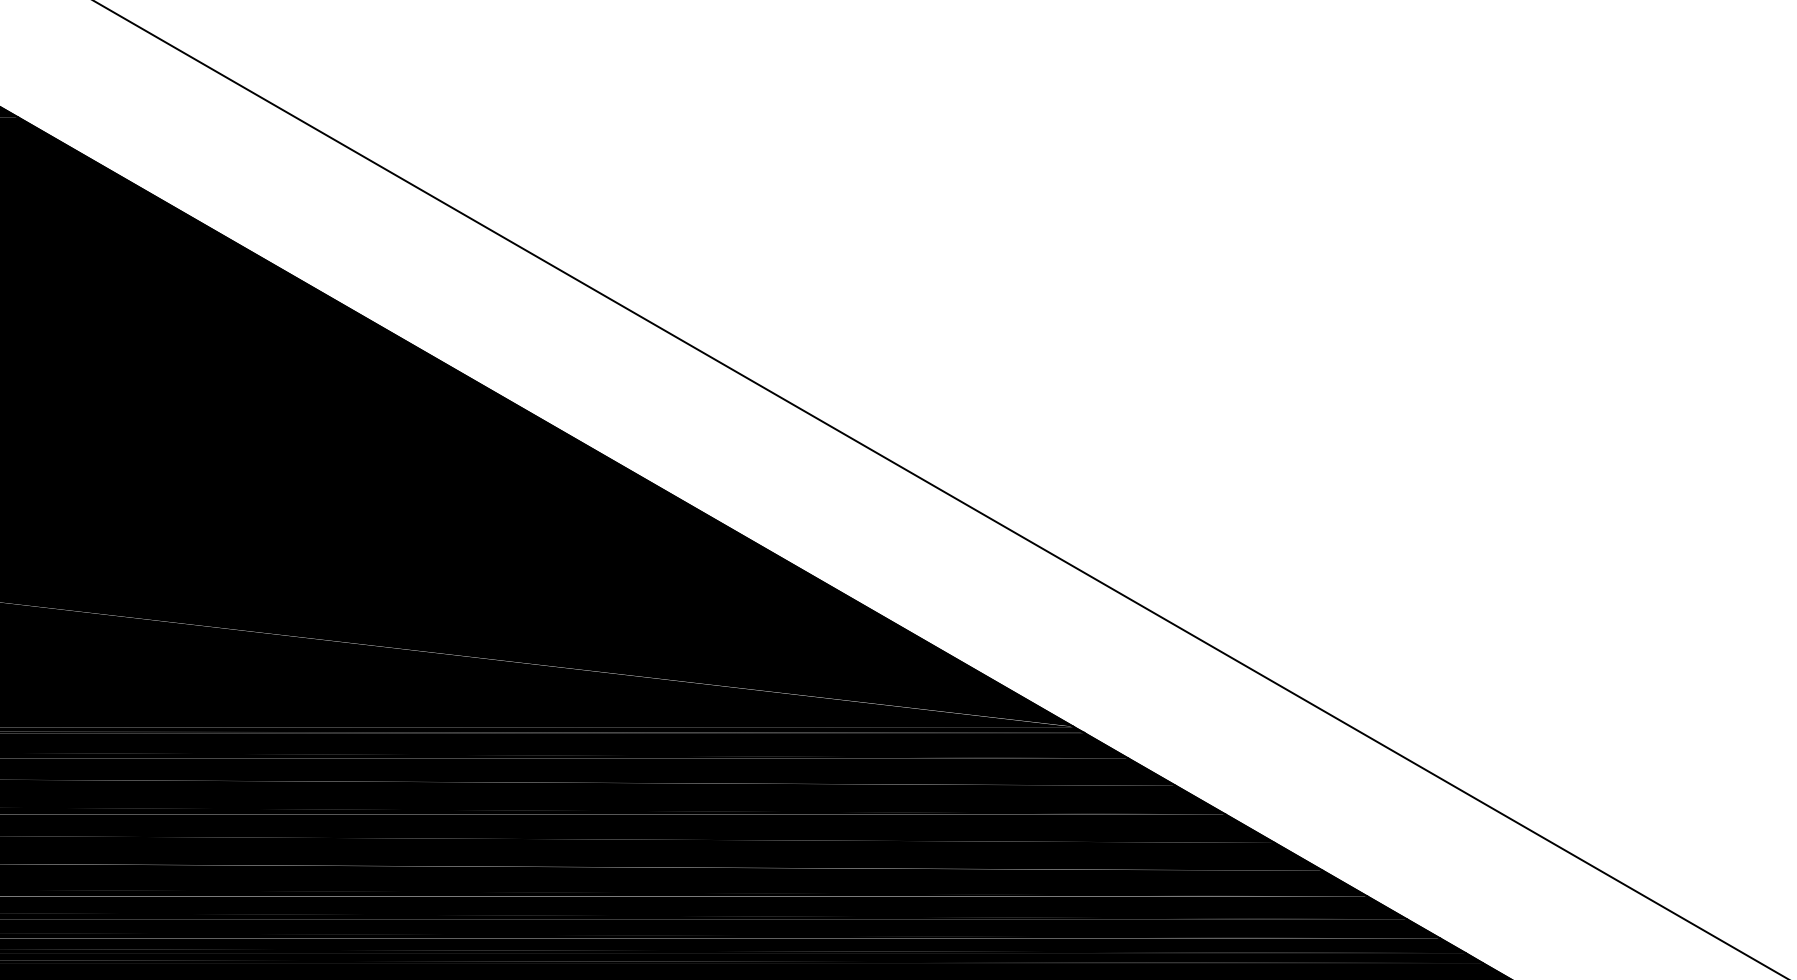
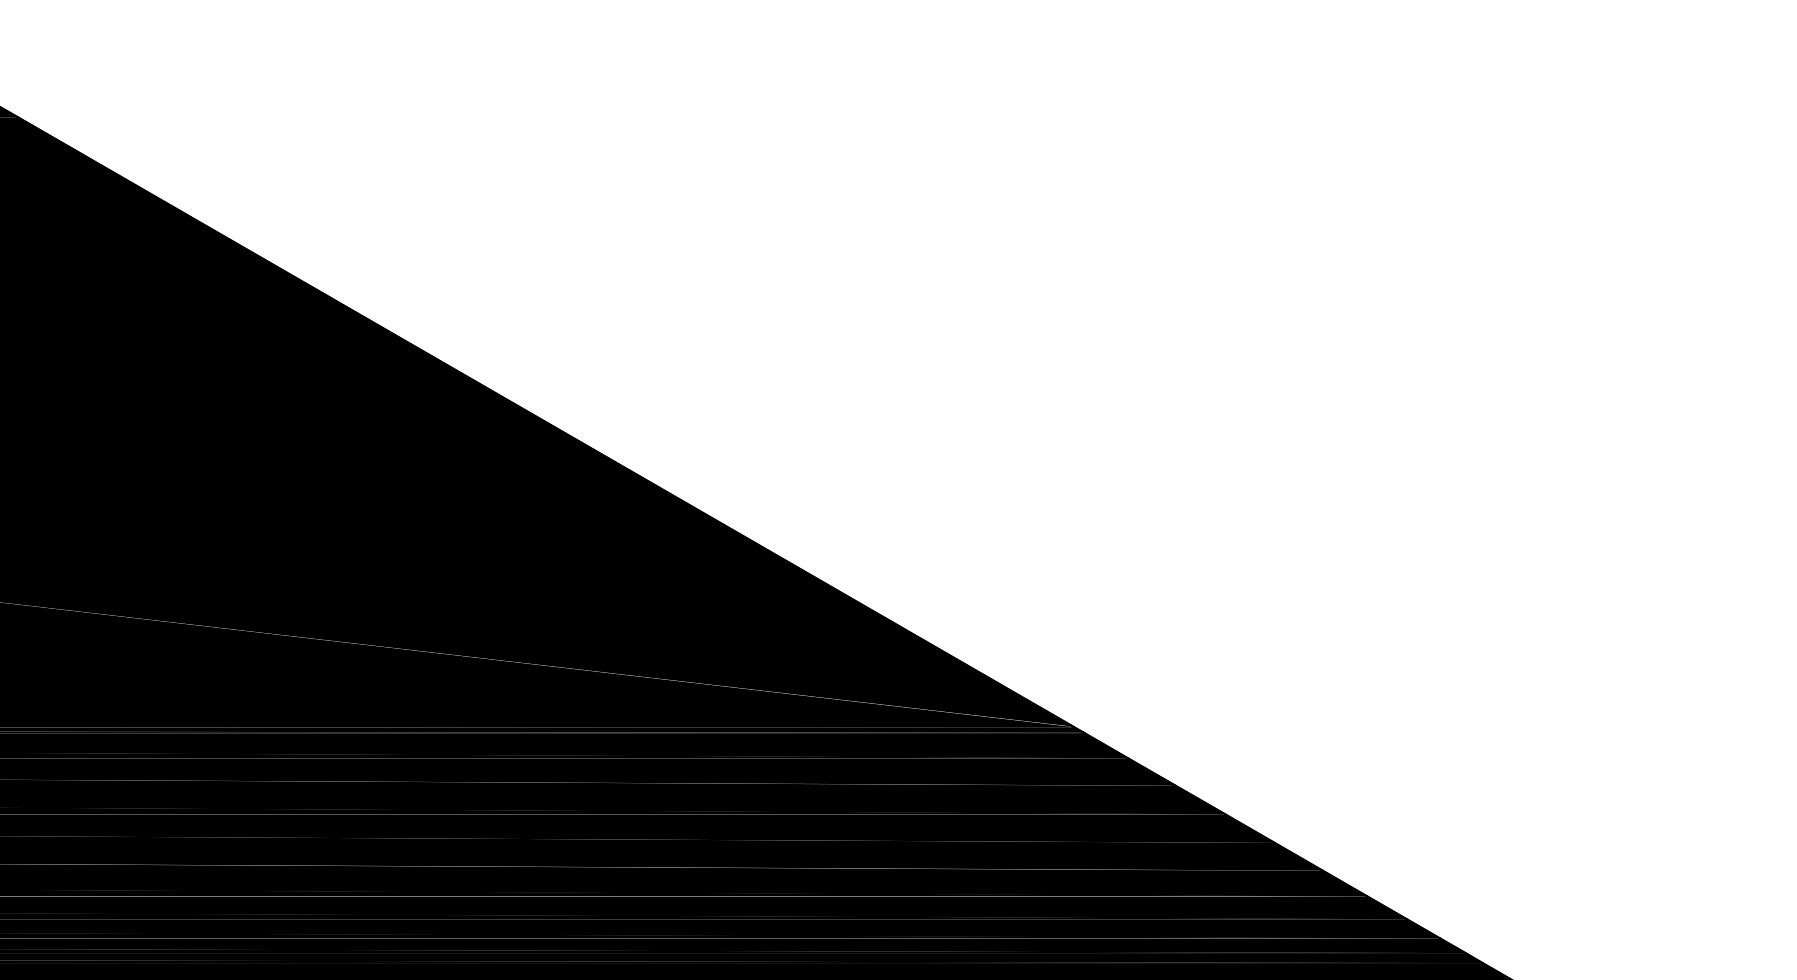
line at (939, 489): present -> none
